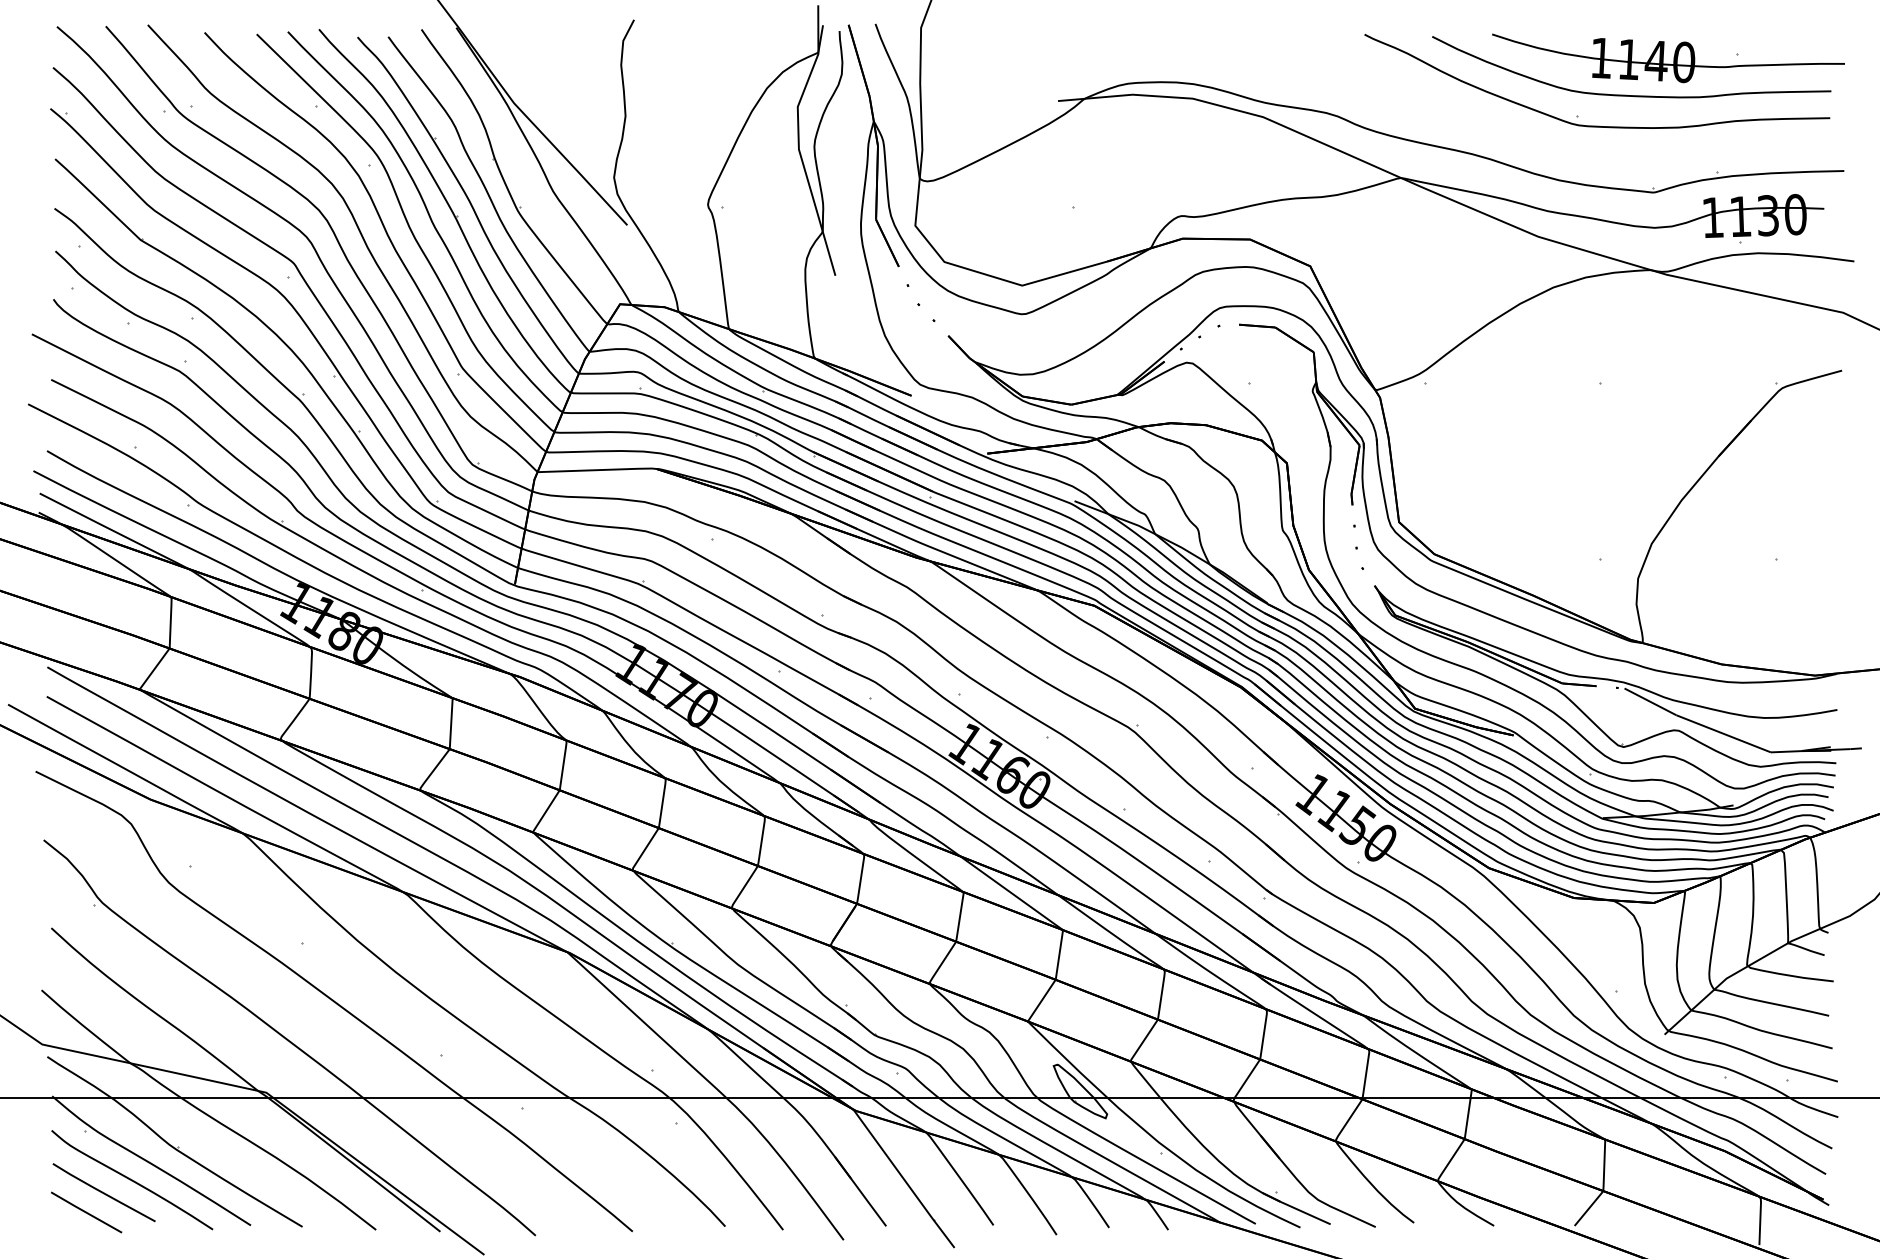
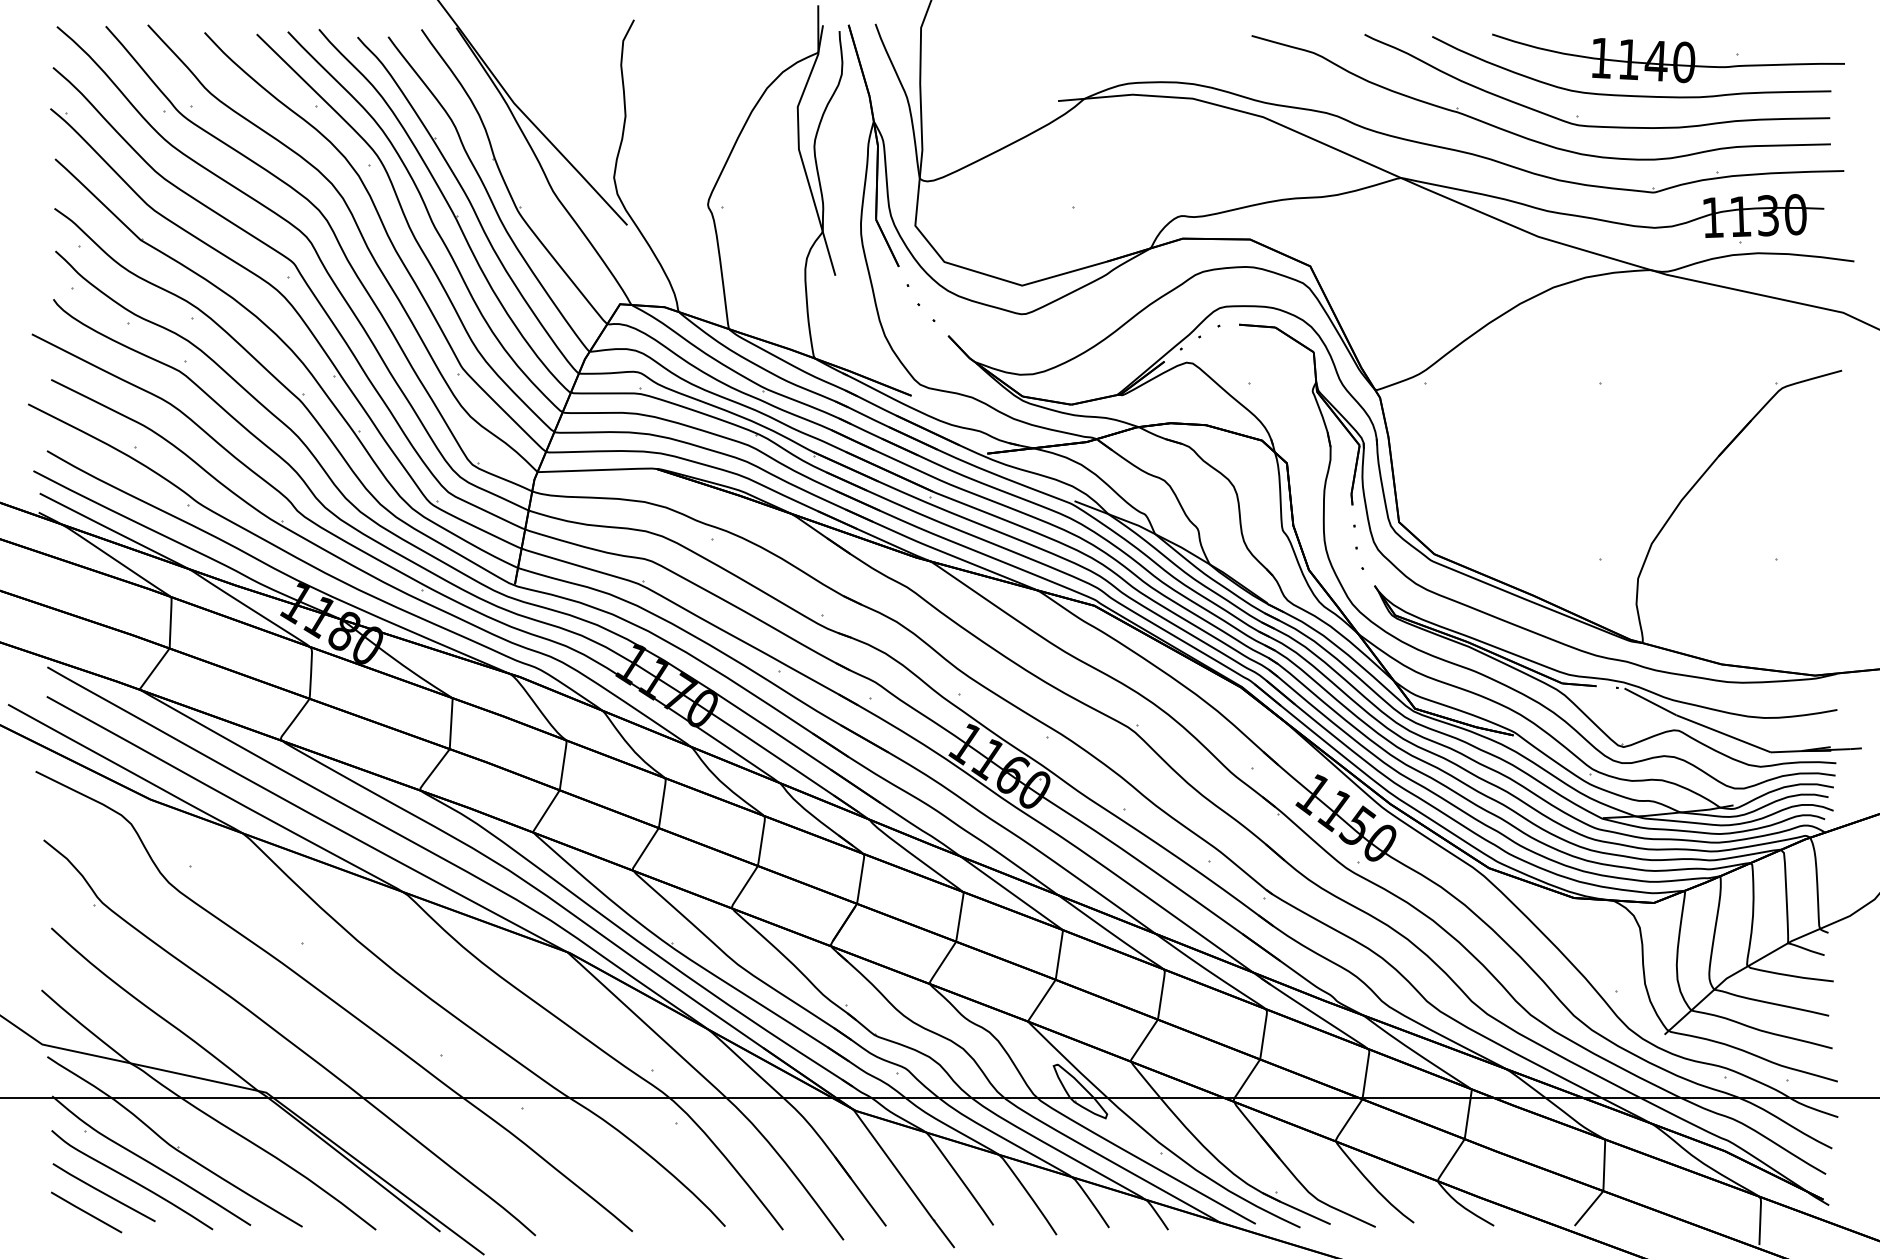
part at (1522, 135): none -> present
